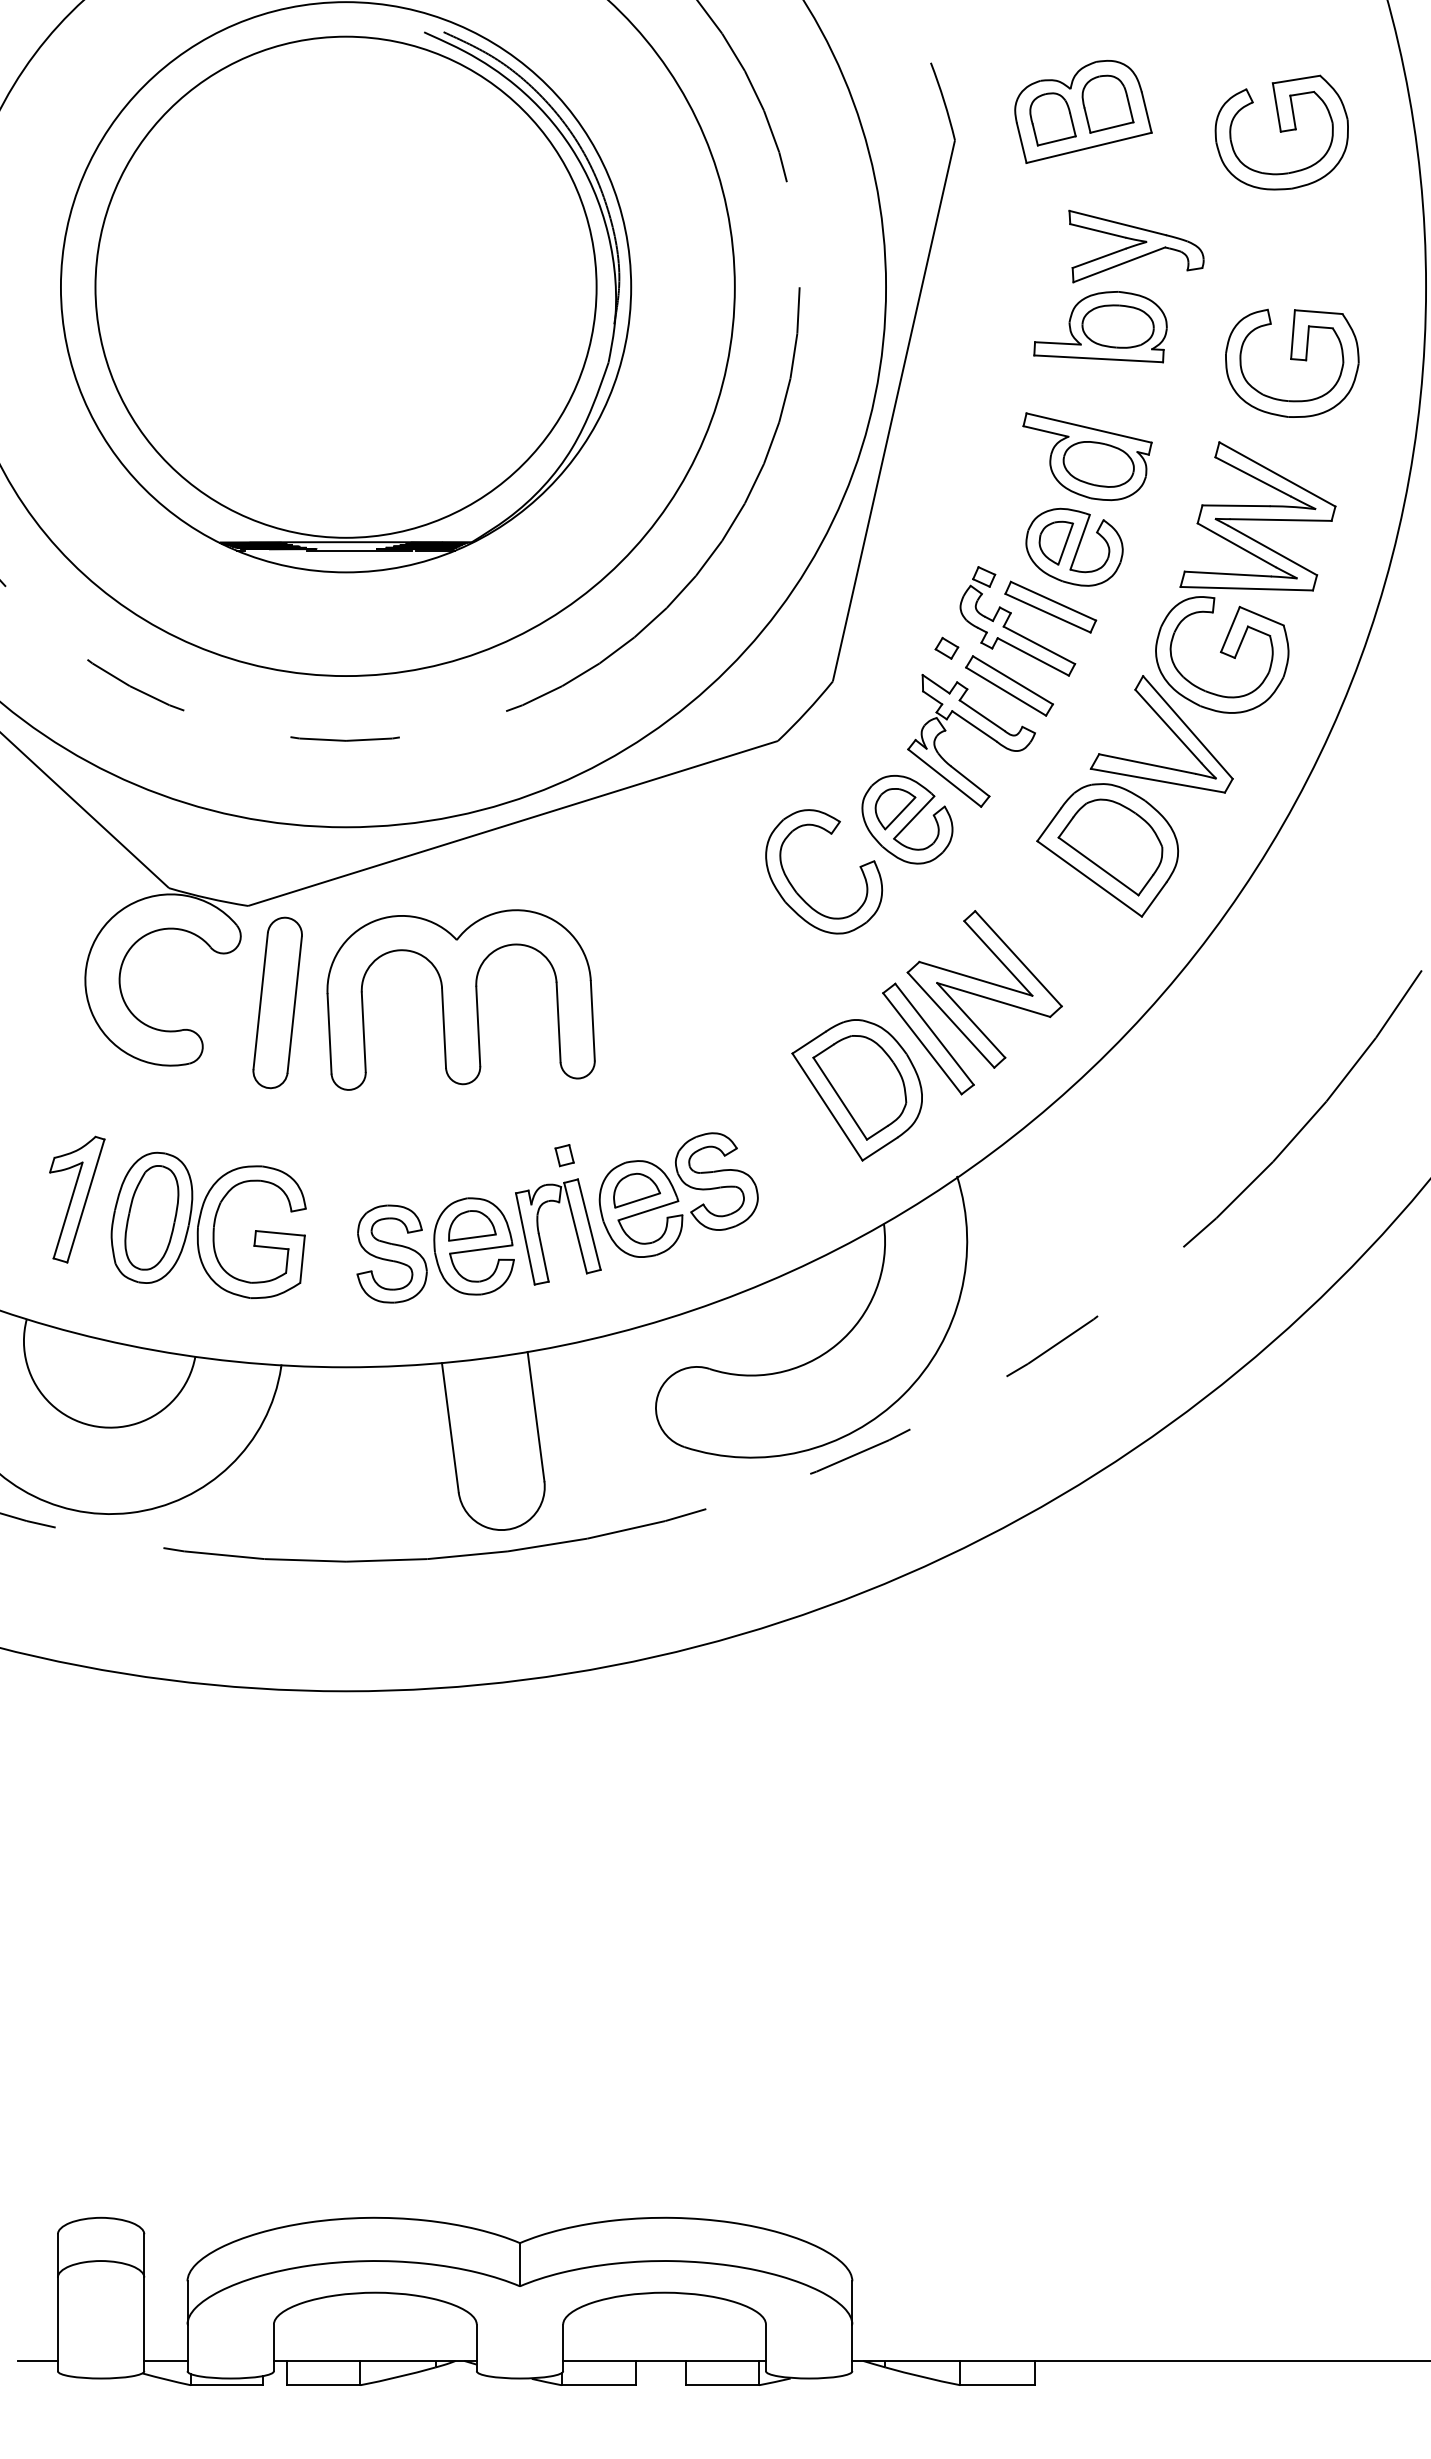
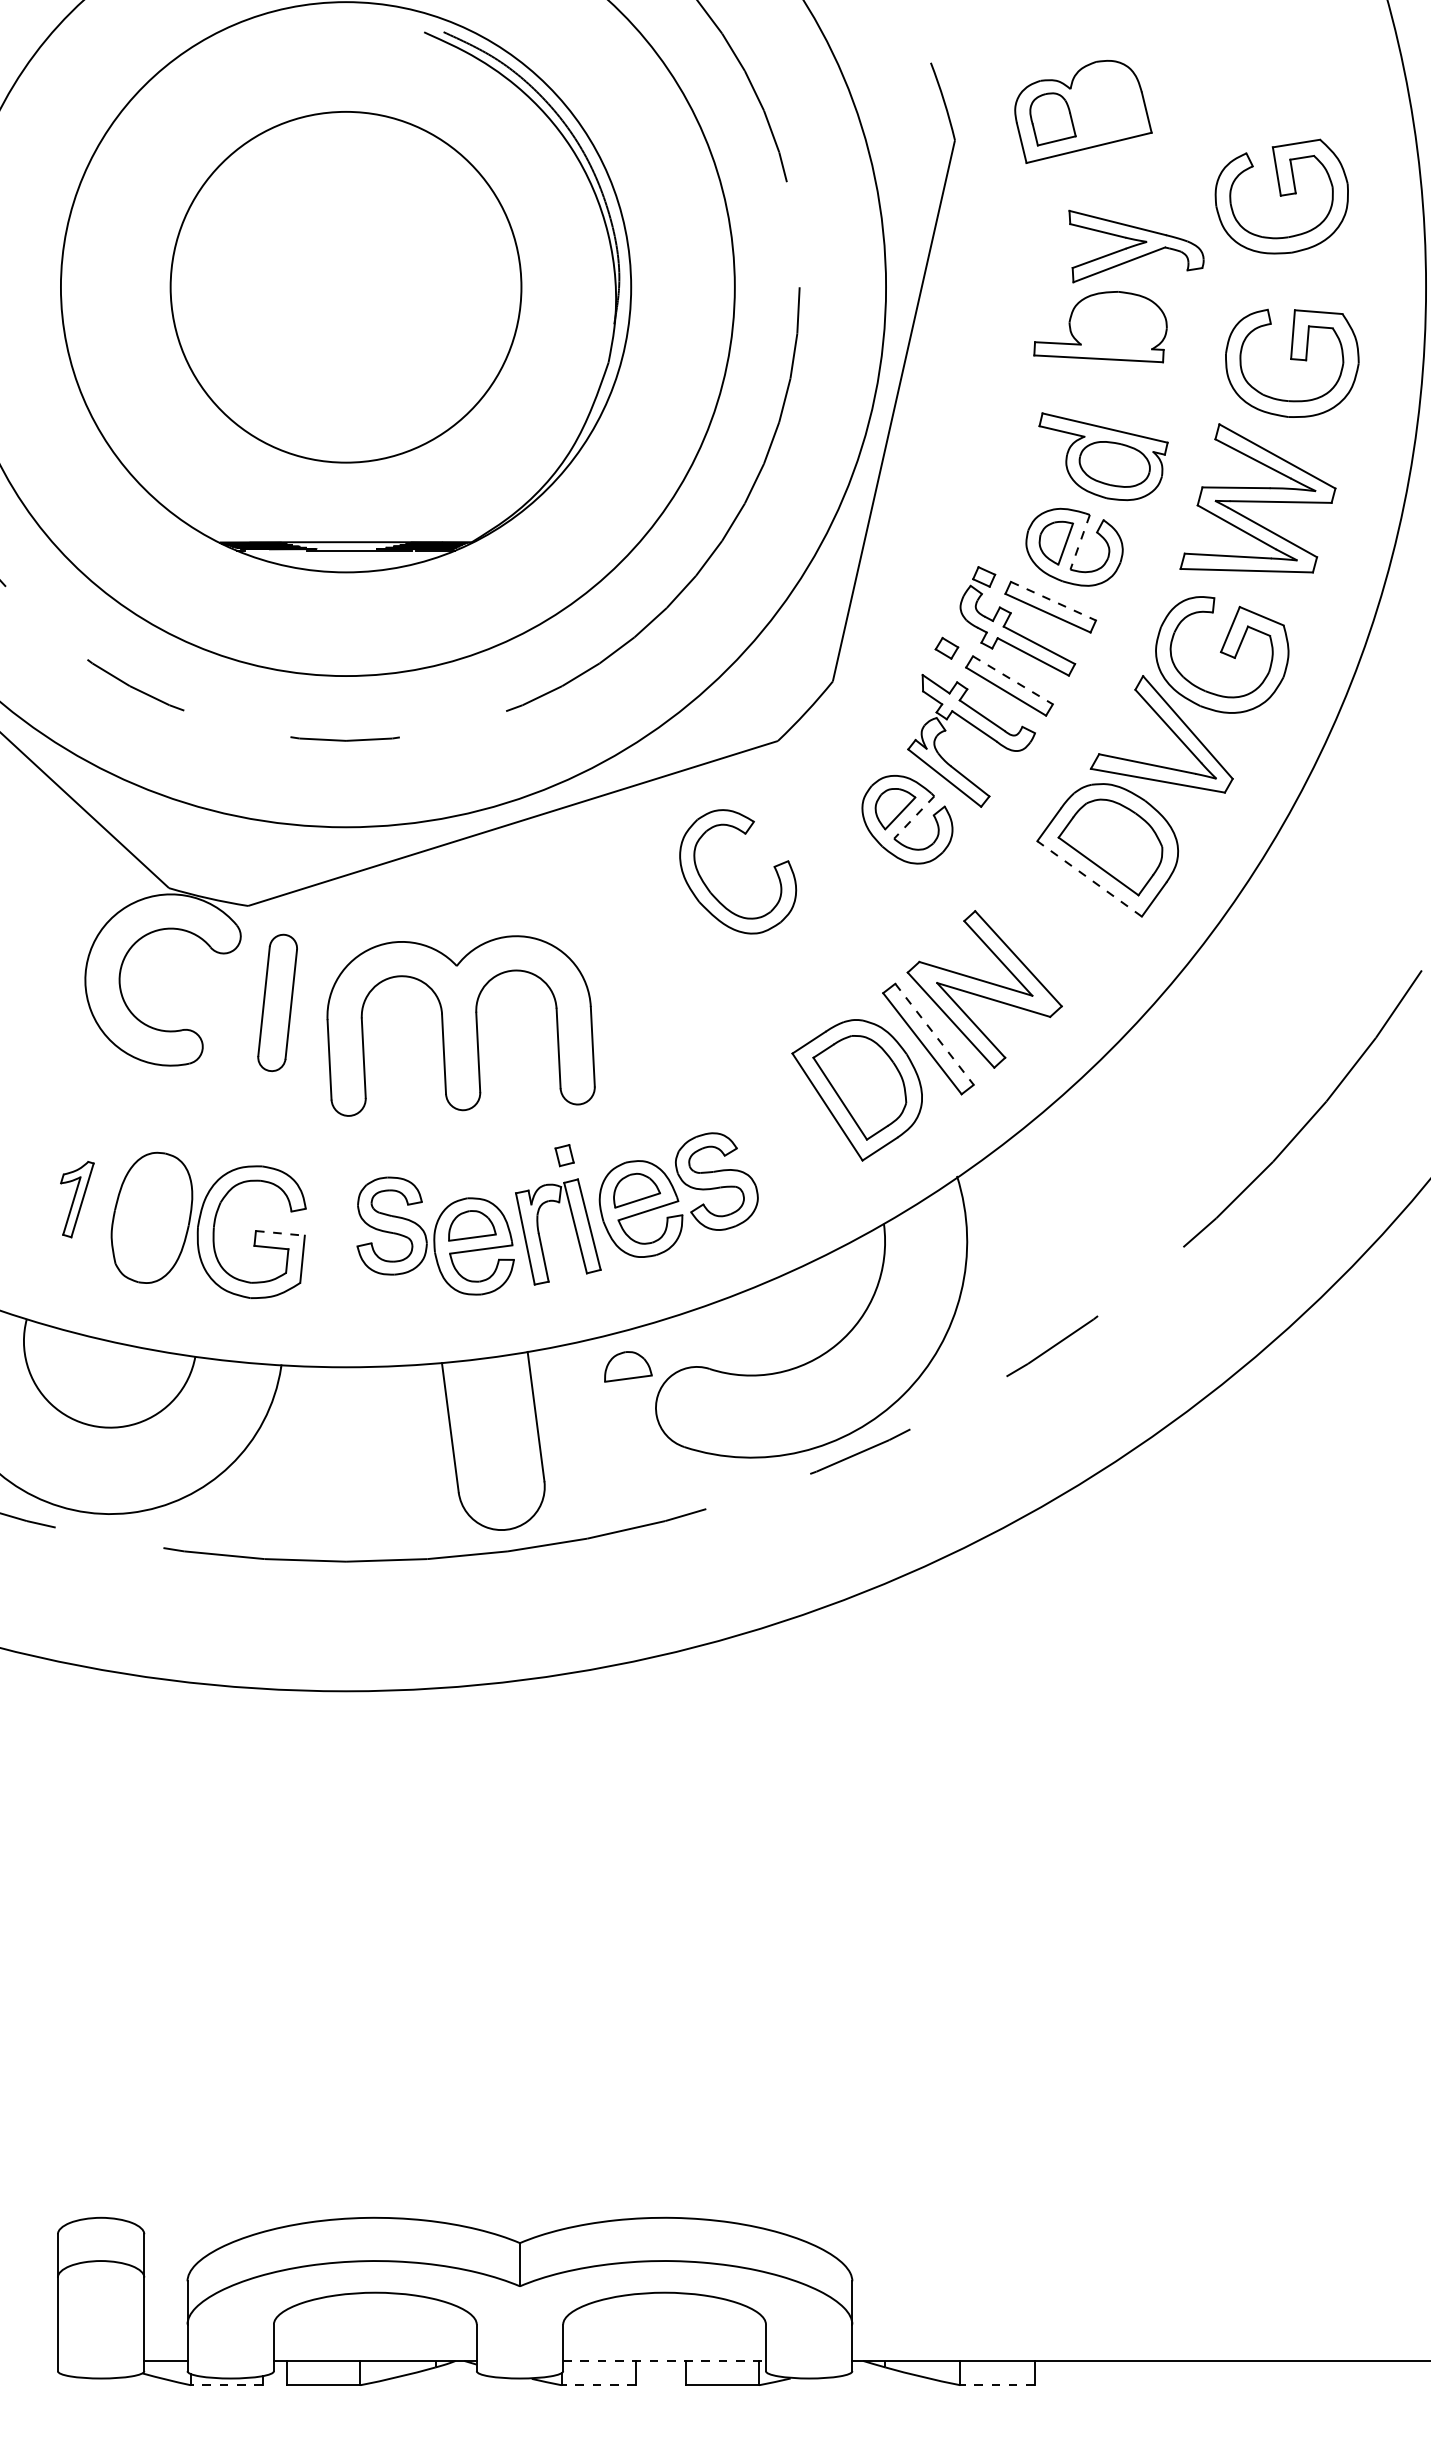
part at (1107, 103): present -> none
part at (1281, 132) position: (1281, 132) -> (1281, 196)
circle at (345, 286) diameter: 501 px -> 351 px
part at (1117, 326): present -> none
part at (1087, 456) position: (1087, 456) -> (1103, 456)
part at (1257, 516) position: (1257, 516) -> (1257, 498)
line at (1080, 542): solid -> dashed
line at (1053, 601): solid -> dashed
line at (1012, 680): solid -> dashed
line at (913, 817): solid -> dashed
line at (1089, 878): solid -> dashed
part at (796, 890) position: (796, 890) -> (710, 890)
part at (460, 999) position: (460, 999) -> (460, 1025)
part at (277, 1002) size: 51x174 px -> 41x140 px
line at (934, 1034): solid -> dashed
part at (77, 1199) size: 57x129 px -> 35x78 px
part at (151, 1217): present -> none
line at (280, 1233): solid -> dashed
part at (391, 1253) position: (391, 1253) -> (391, 1225)
part at (628, 1366): none -> present
line at (37, 2360): present -> none
line at (665, 2360): solid -> dashed
line at (226, 2385): solid -> dashed
line at (598, 2385): solid -> dashed
line at (997, 2385): solid -> dashed
